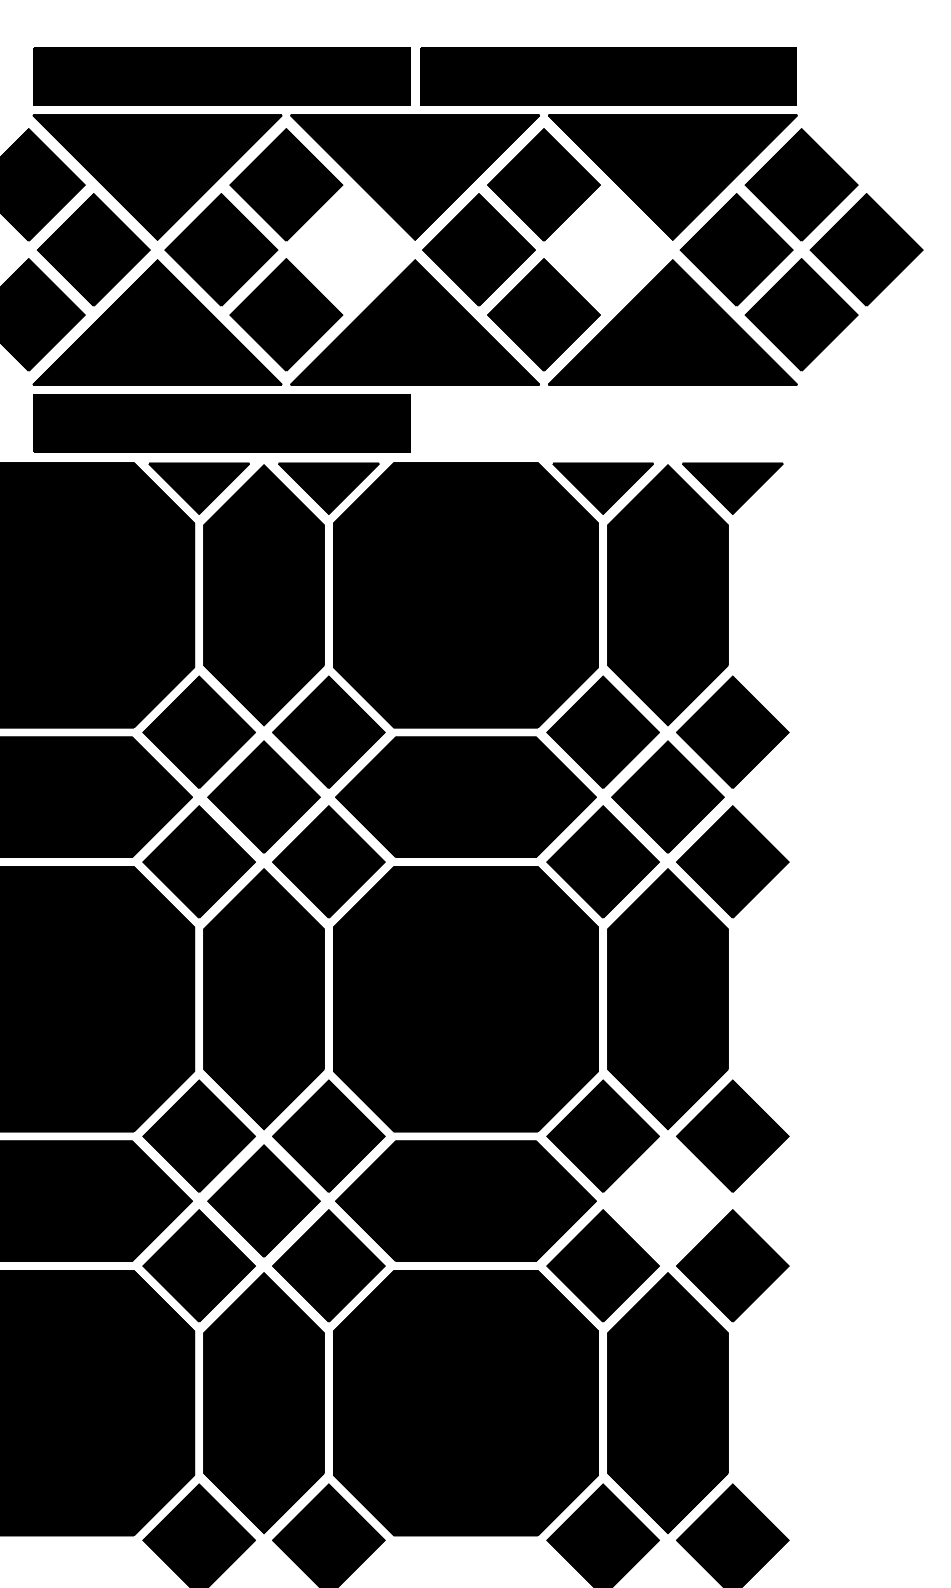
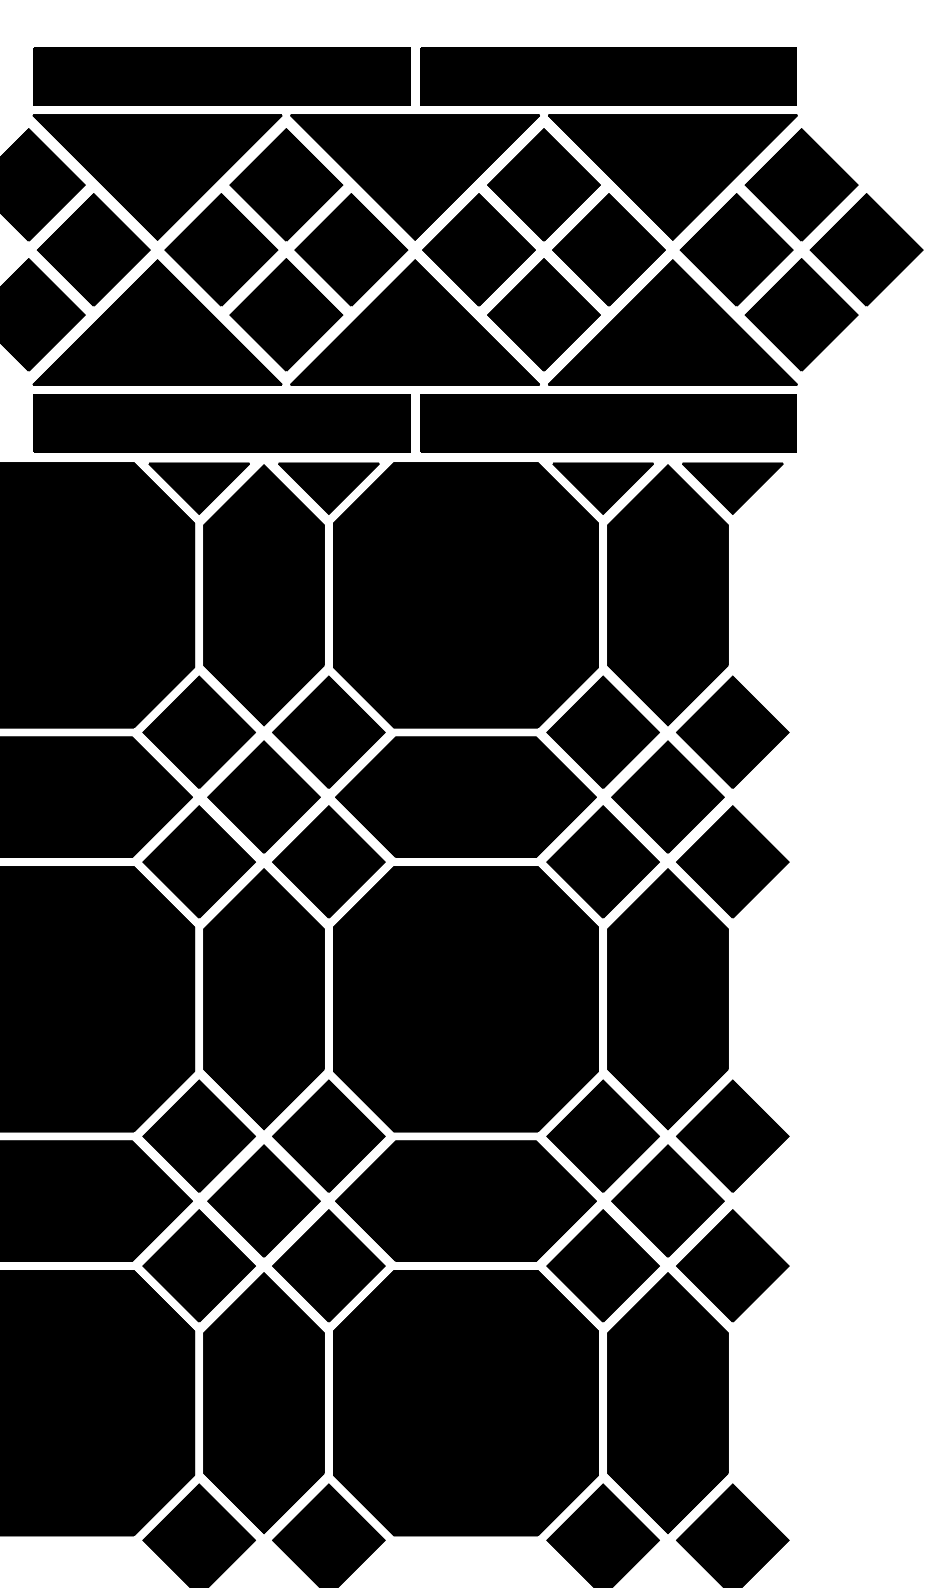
part at (351, 249): none -> present
part at (608, 249): none -> present
part at (608, 423): none -> present
part at (667, 1200): none -> present
